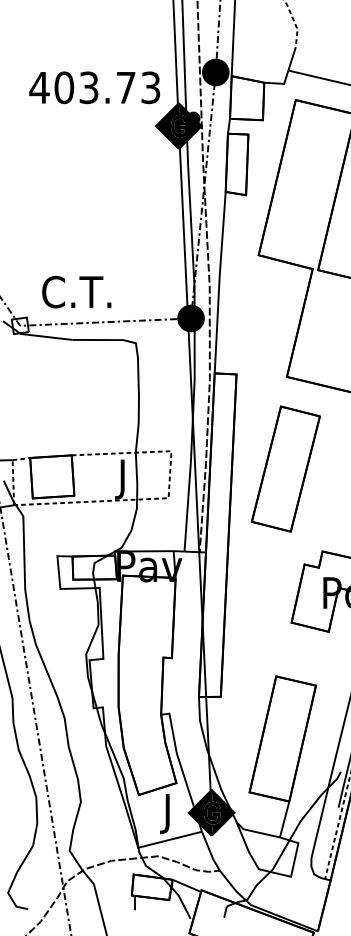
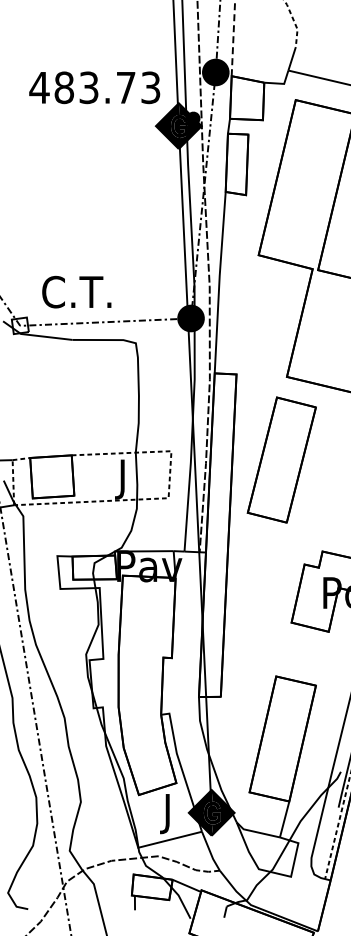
line at (233, 38): solid -> dashed
text at (64, 87): 403.73 -> 483.73
part at (285, 468) position: (285, 468) -> (281, 459)
